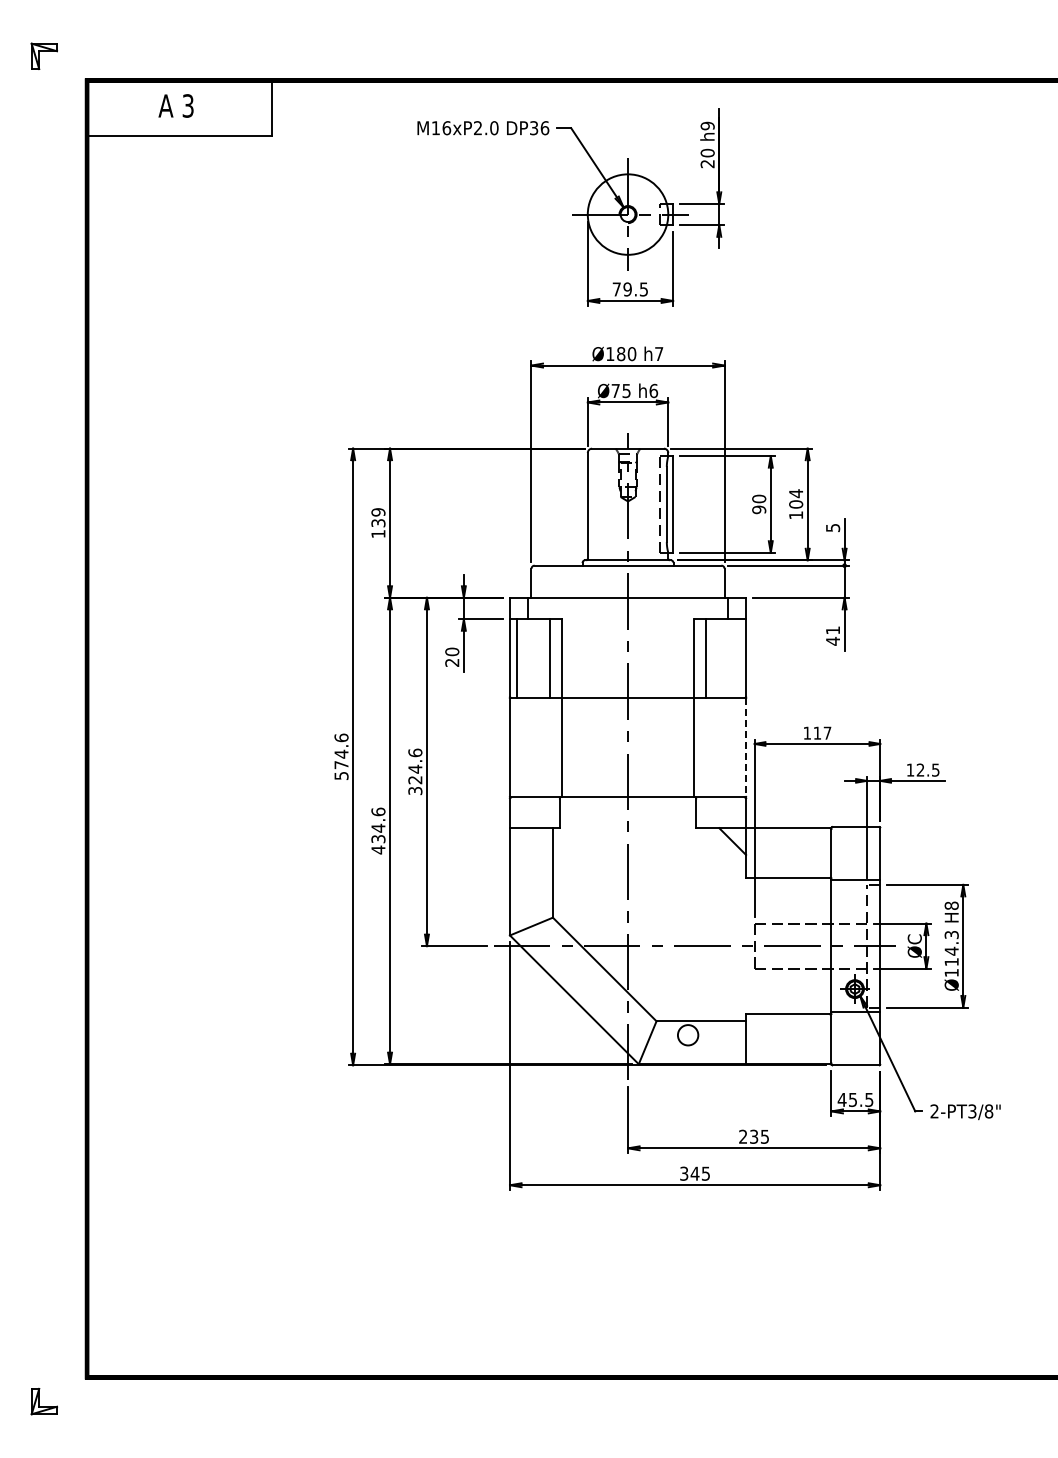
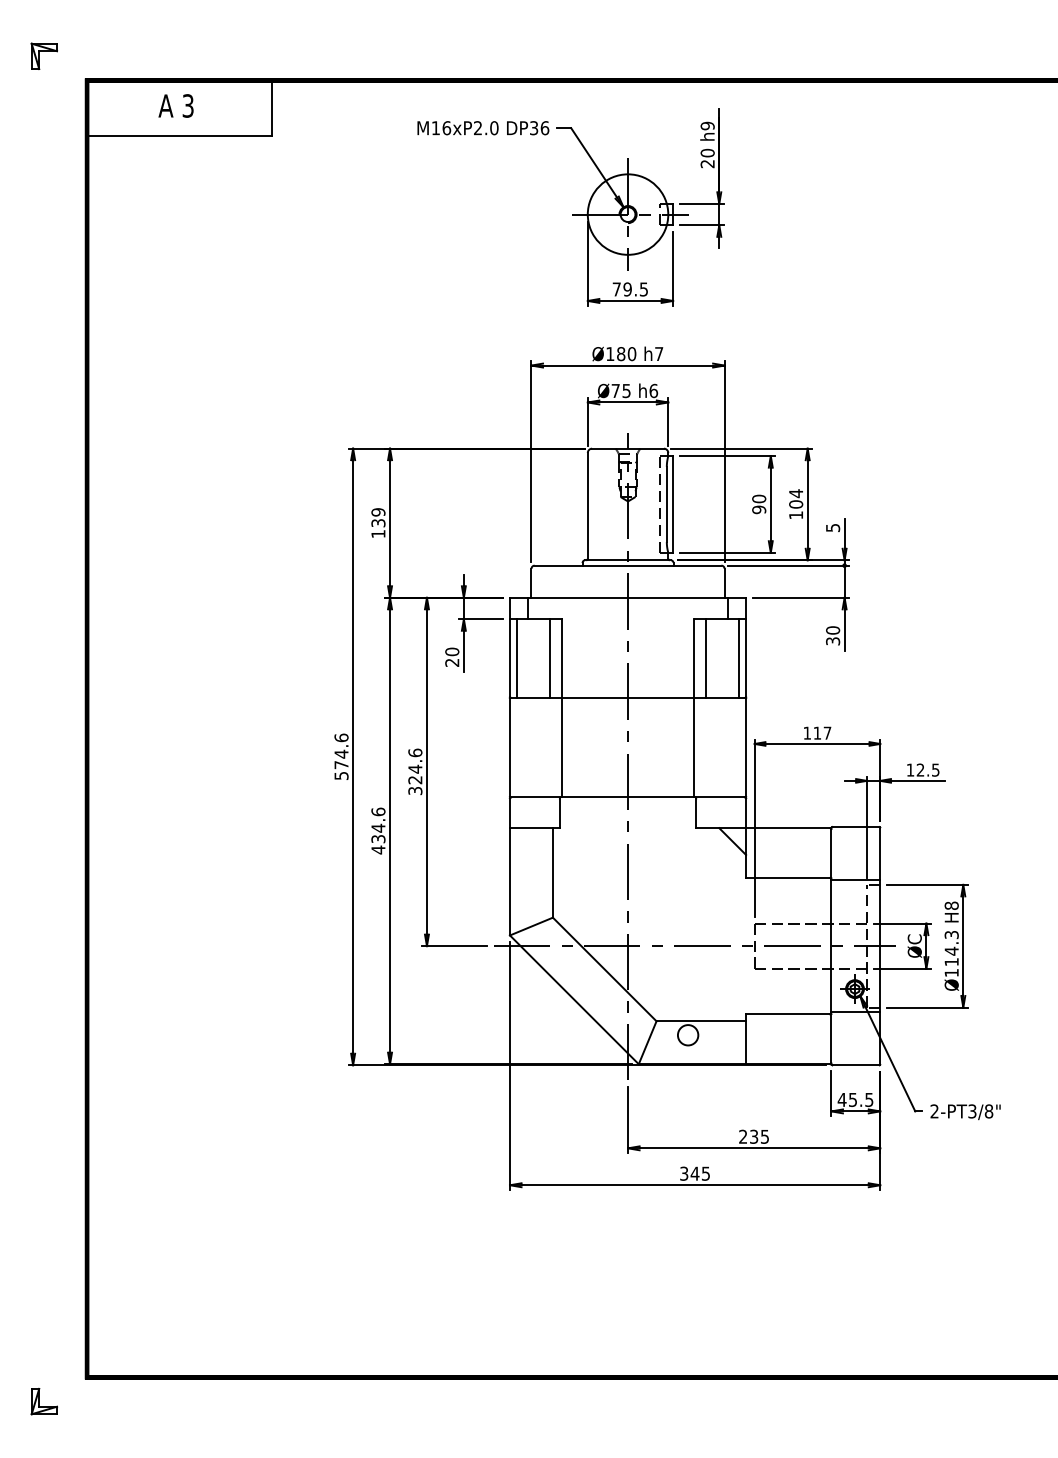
text at (833, 635): 41 -> 30
line at (738, 658): none -> present
line at (746, 748): dashed -> solid
